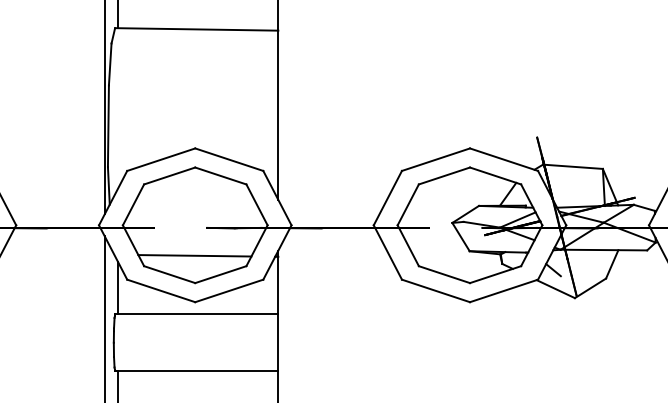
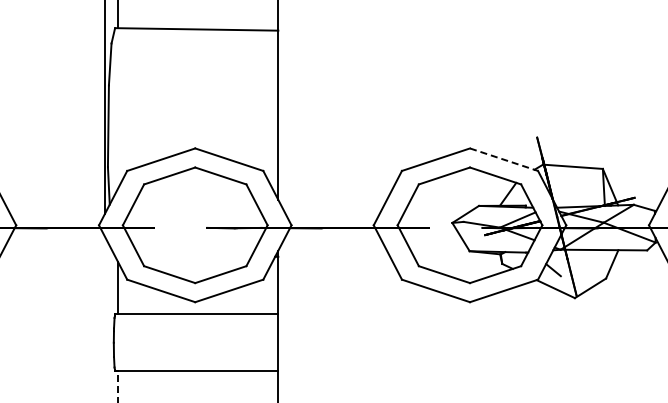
line at (504, 159): solid -> dashed
line at (194, 255): present -> none
line at (104, 317): present -> none
line at (117, 386): solid -> dashed
